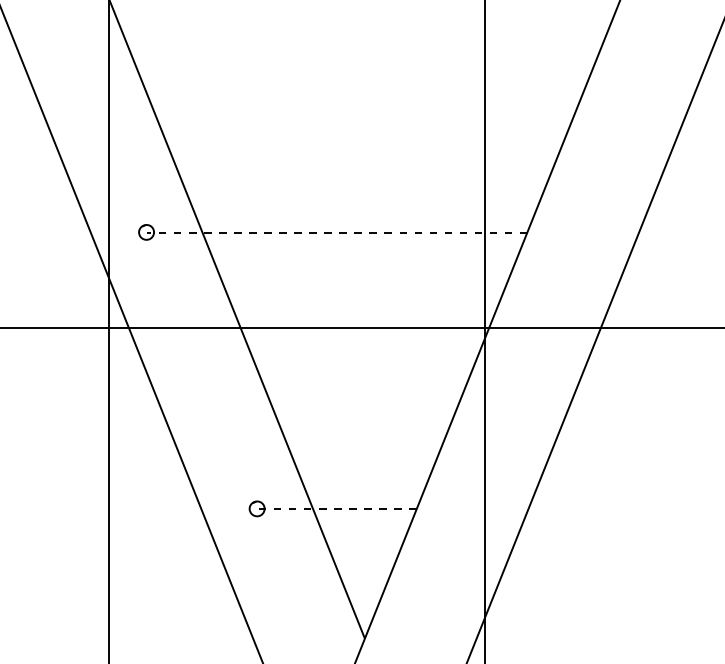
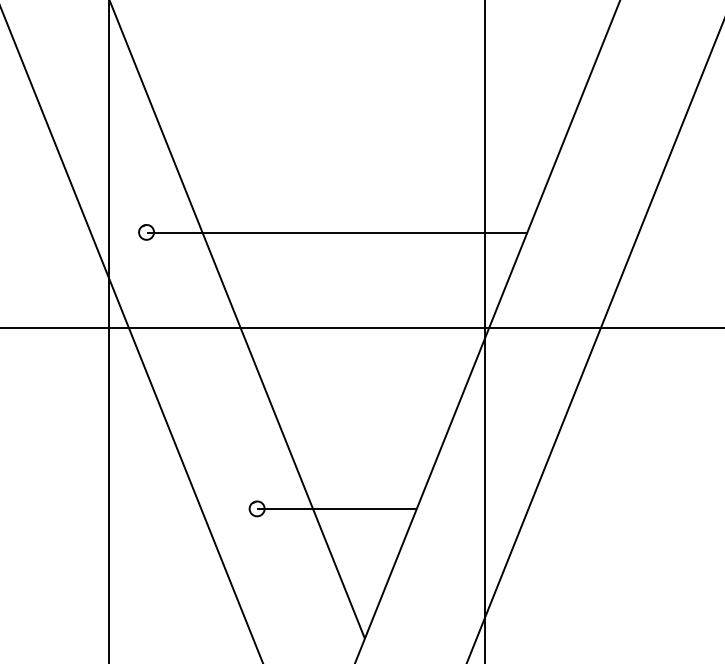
line at (336, 232): dashed -> solid
line at (336, 509): dashed -> solid
